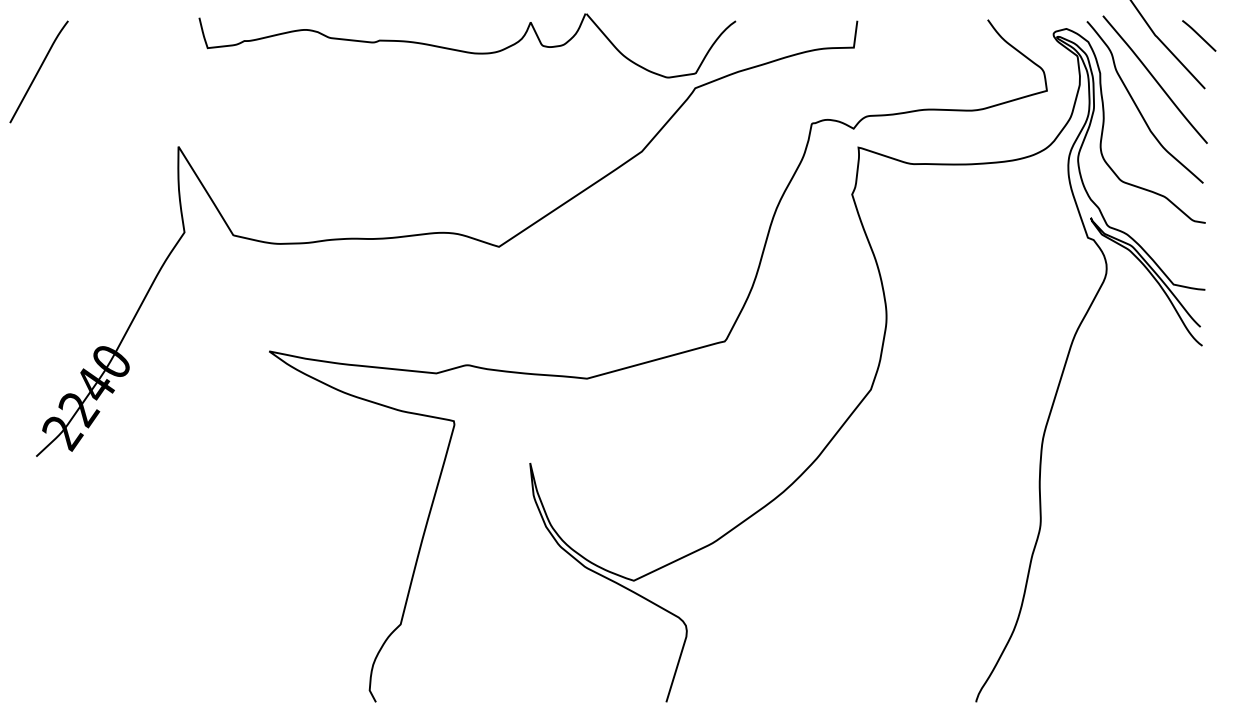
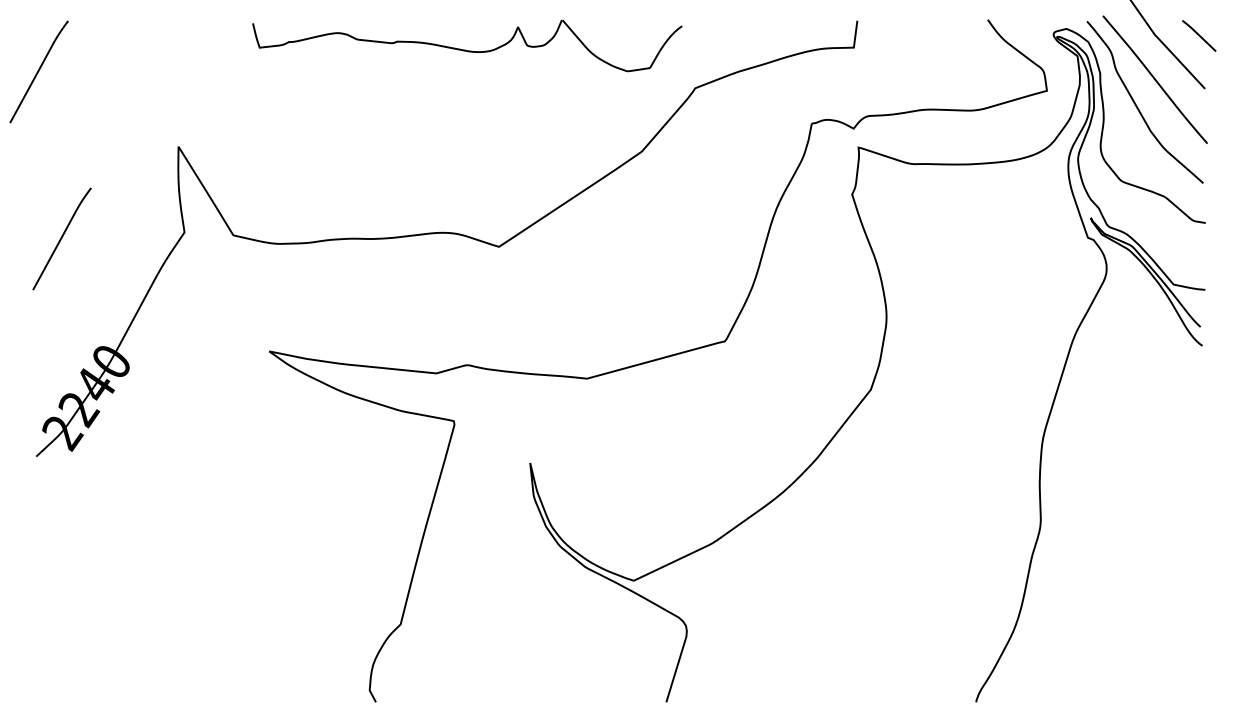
part at (467, 45) size: 539x66 px -> 431x54 px
curve at (61, 238): none -> present
